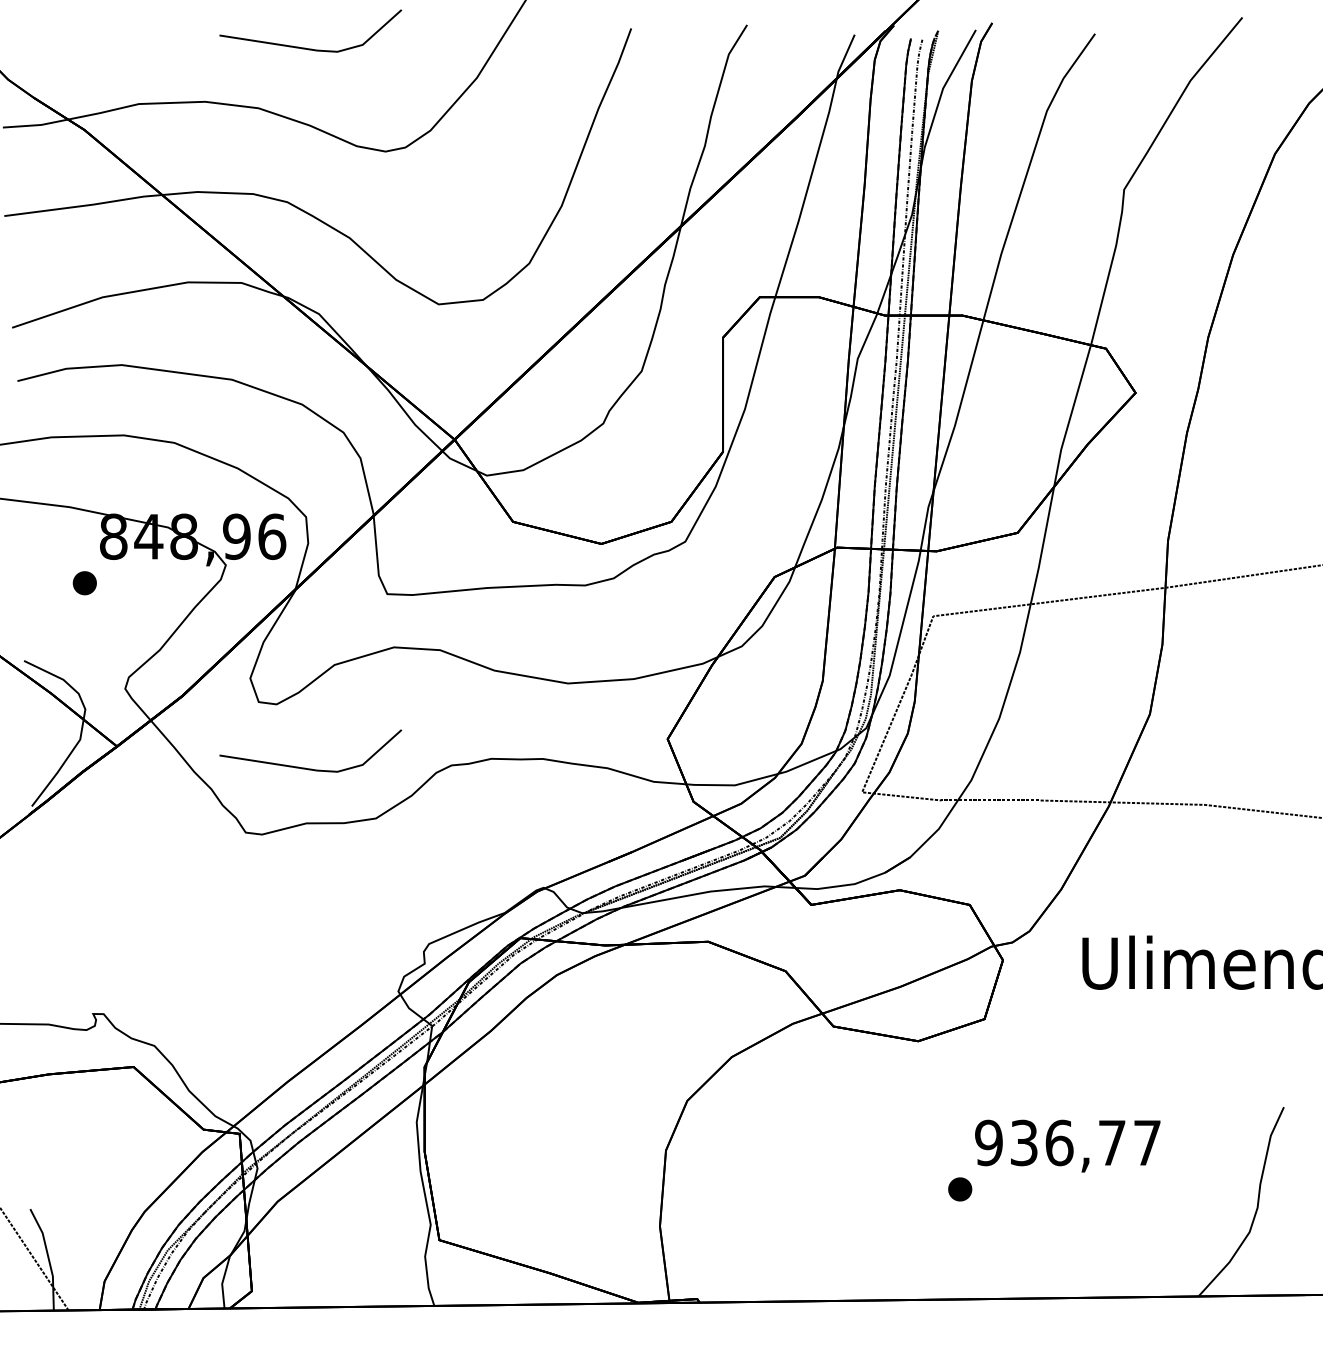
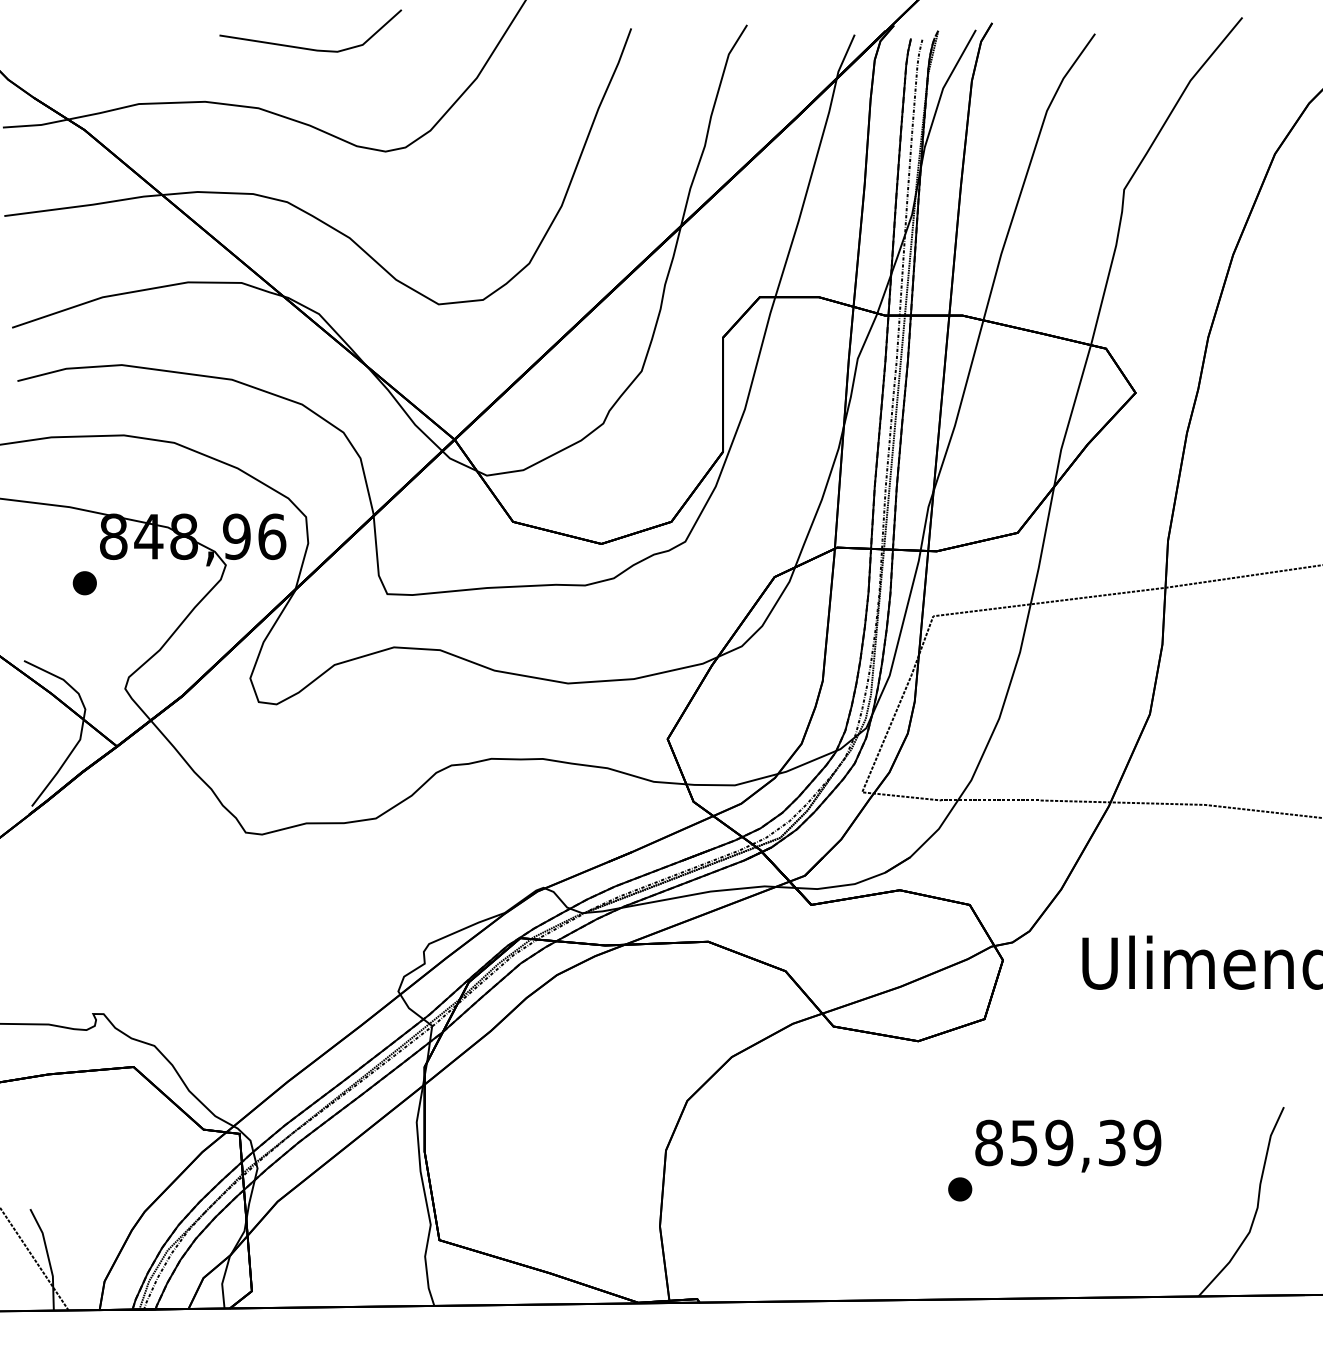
part at (305, 767): present -> none
text at (1068, 1142): 936,77 -> 859,39
